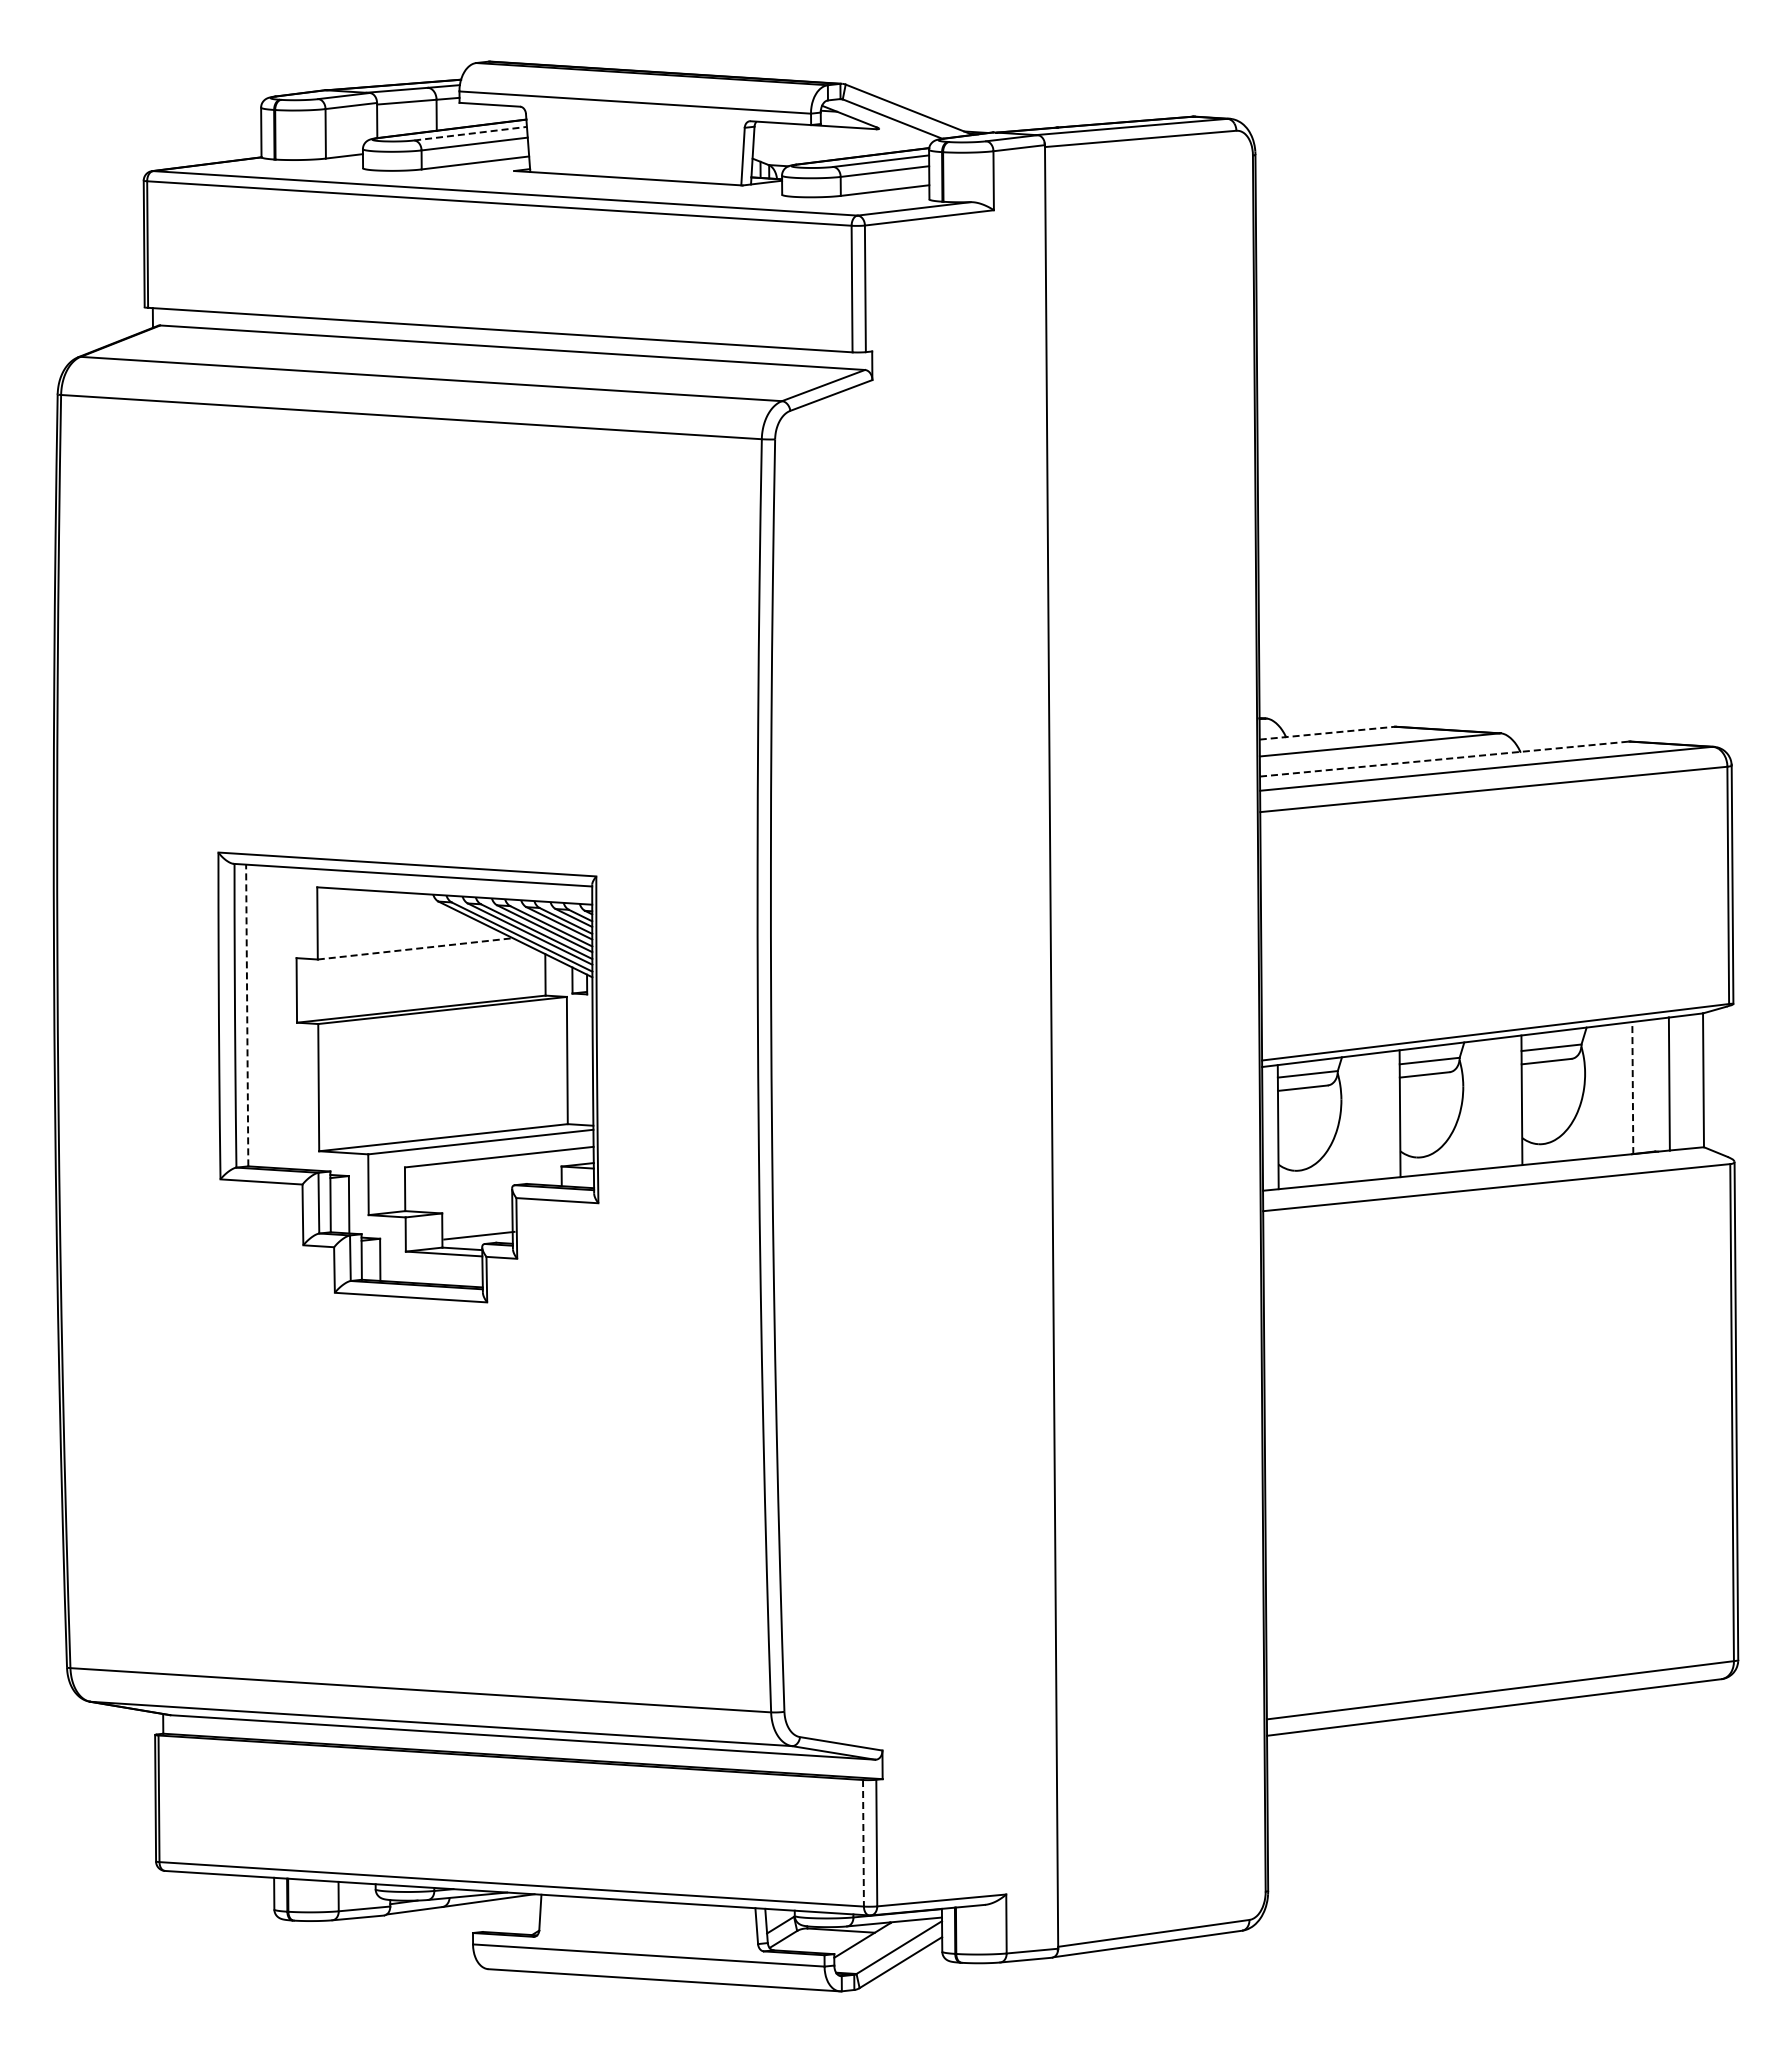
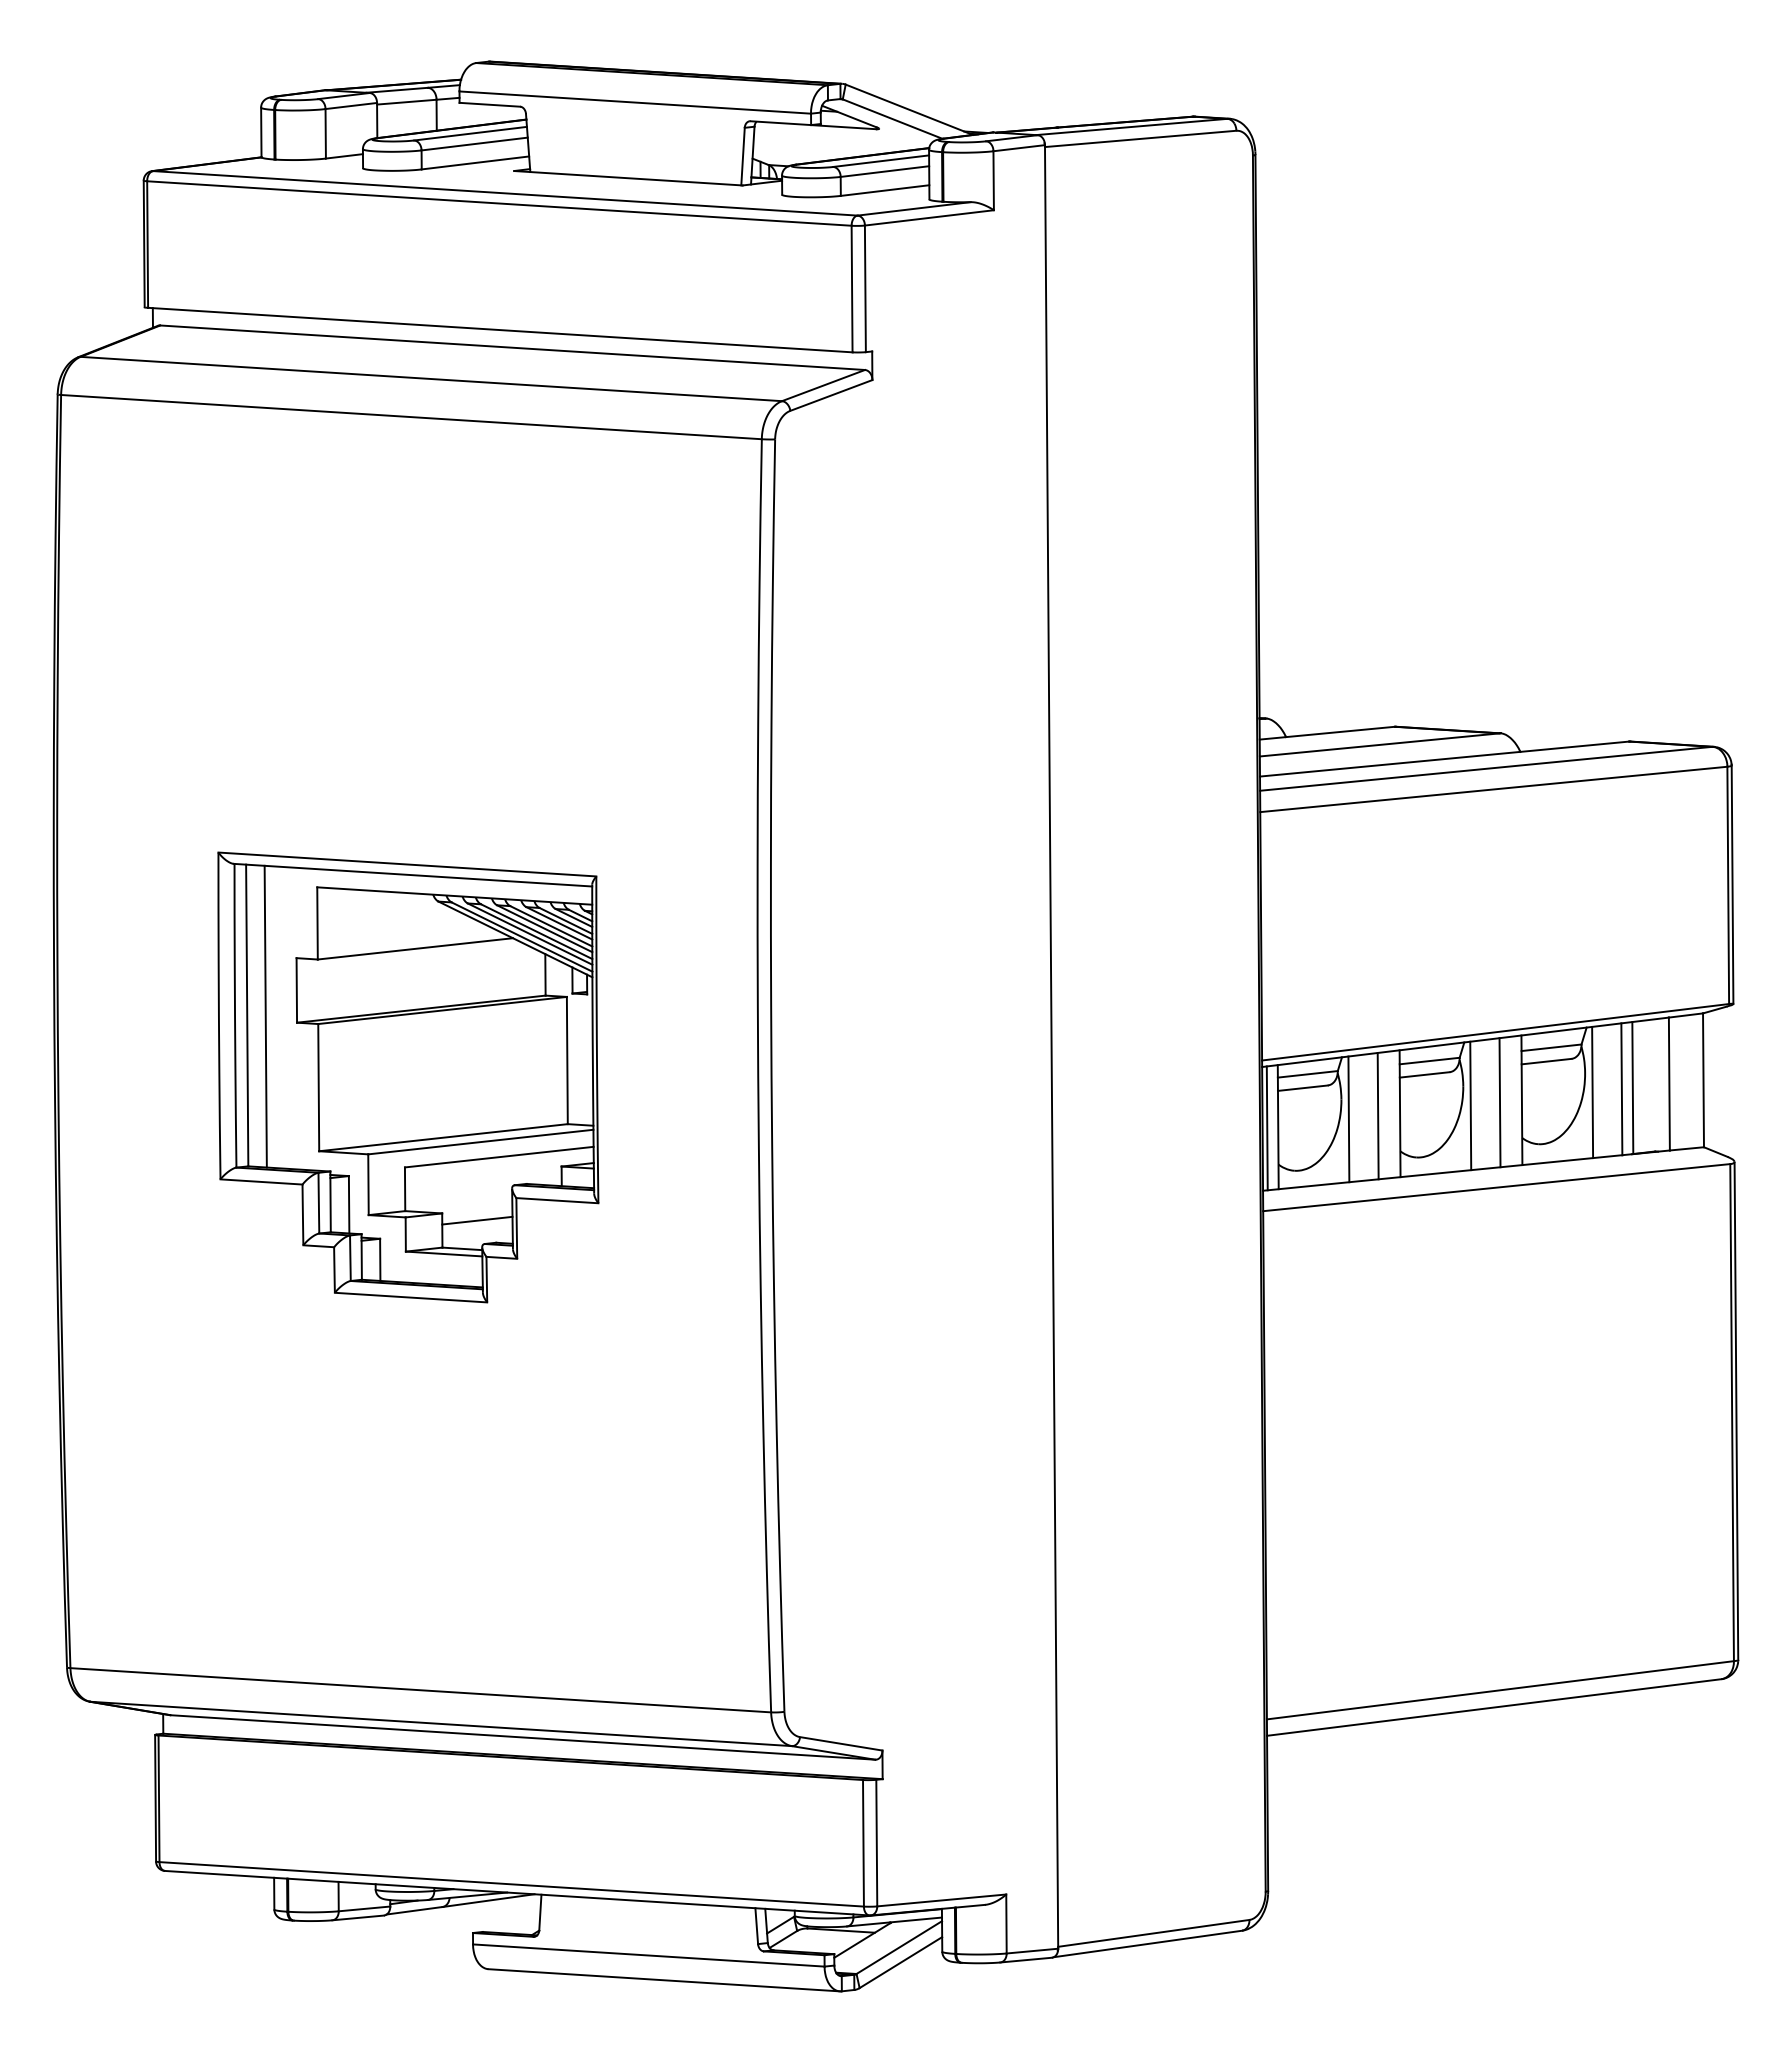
line at (470, 133): dashed -> solid
line at (1327, 733): dashed -> solid
line at (1445, 759): dashed -> solid
line at (415, 948): dashed -> solid
line at (247, 1015): dashed -> solid
line at (265, 1016): none -> present
line at (1632, 1087): dashed -> solid
line at (1621, 1089): none -> present
line at (1592, 1092): none -> present
line at (1499, 1102): none -> present
line at (1470, 1105): none -> present
line at (1377, 1115): none -> present
line at (1348, 1119): none -> present
line at (1266, 1128): none -> present
line at (479, 1235) position: (479, 1235) -> (477, 1220)
line at (863, 1843): dashed -> solid
